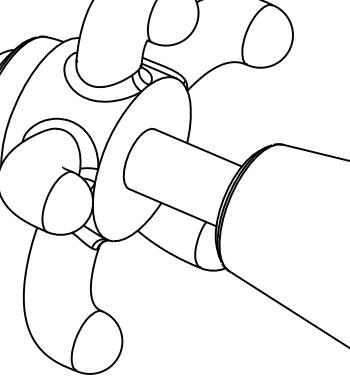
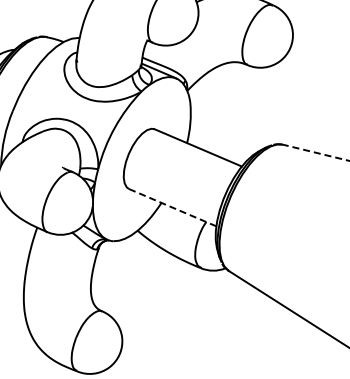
line at (315, 152): solid -> dashed
line at (173, 207): solid -> dashed
